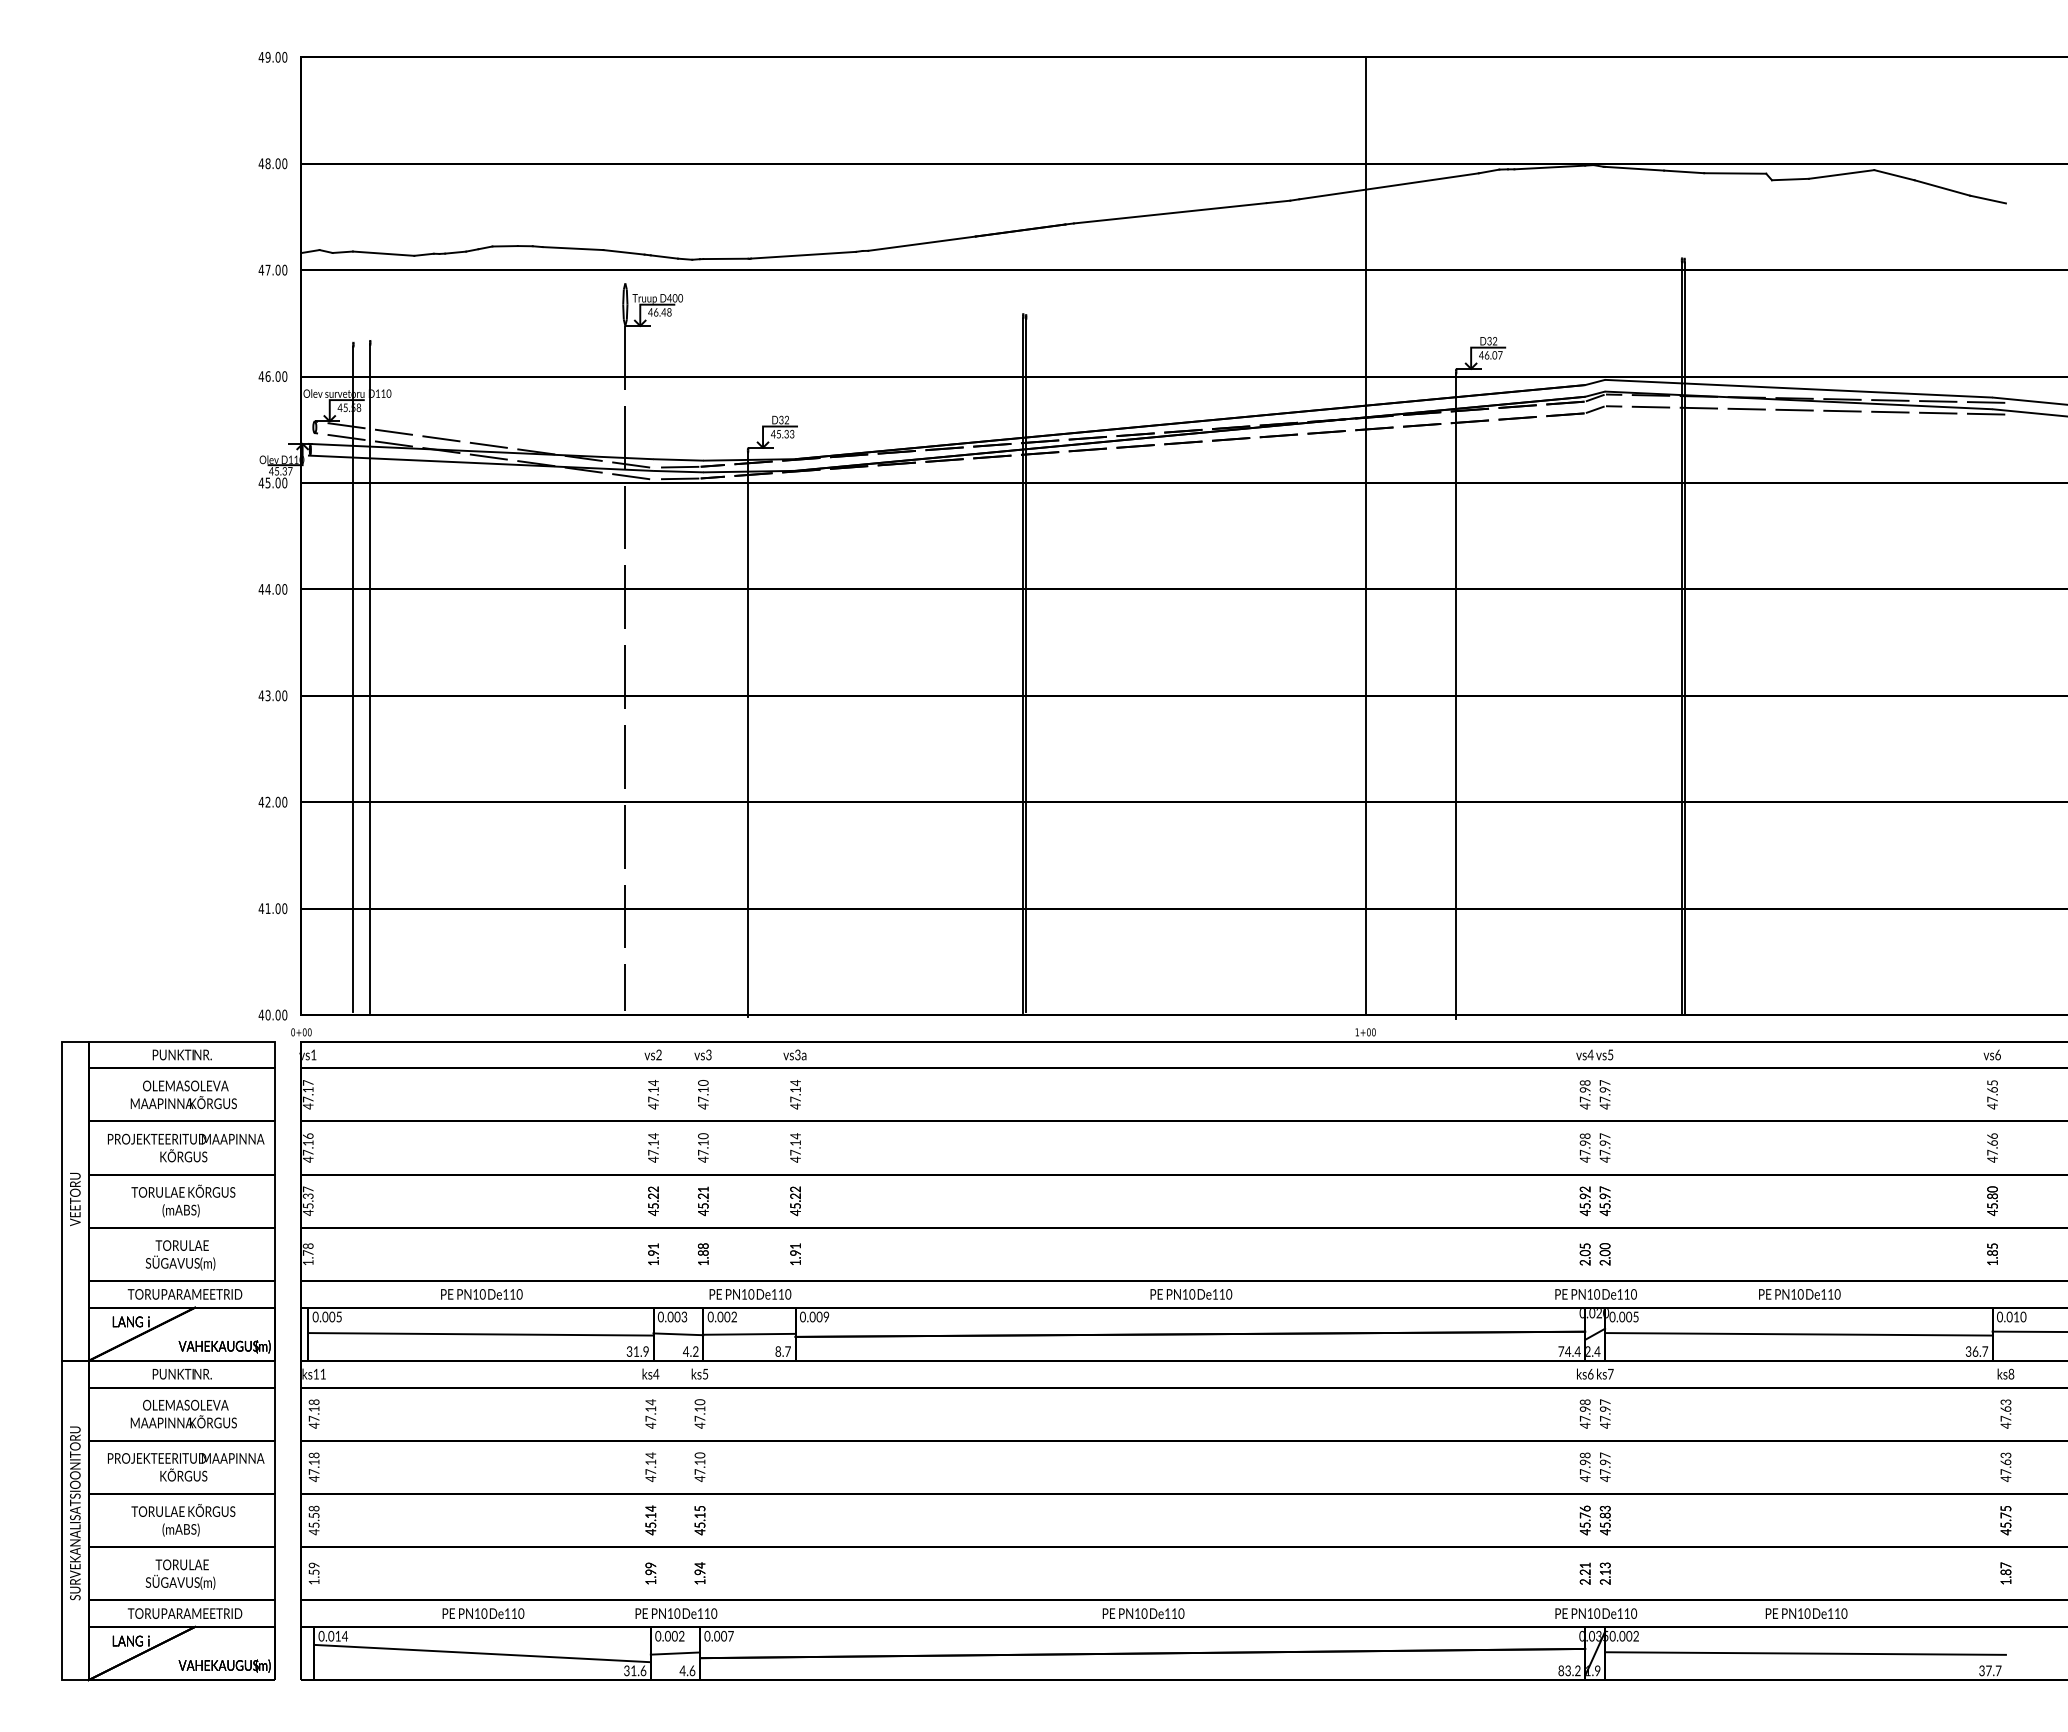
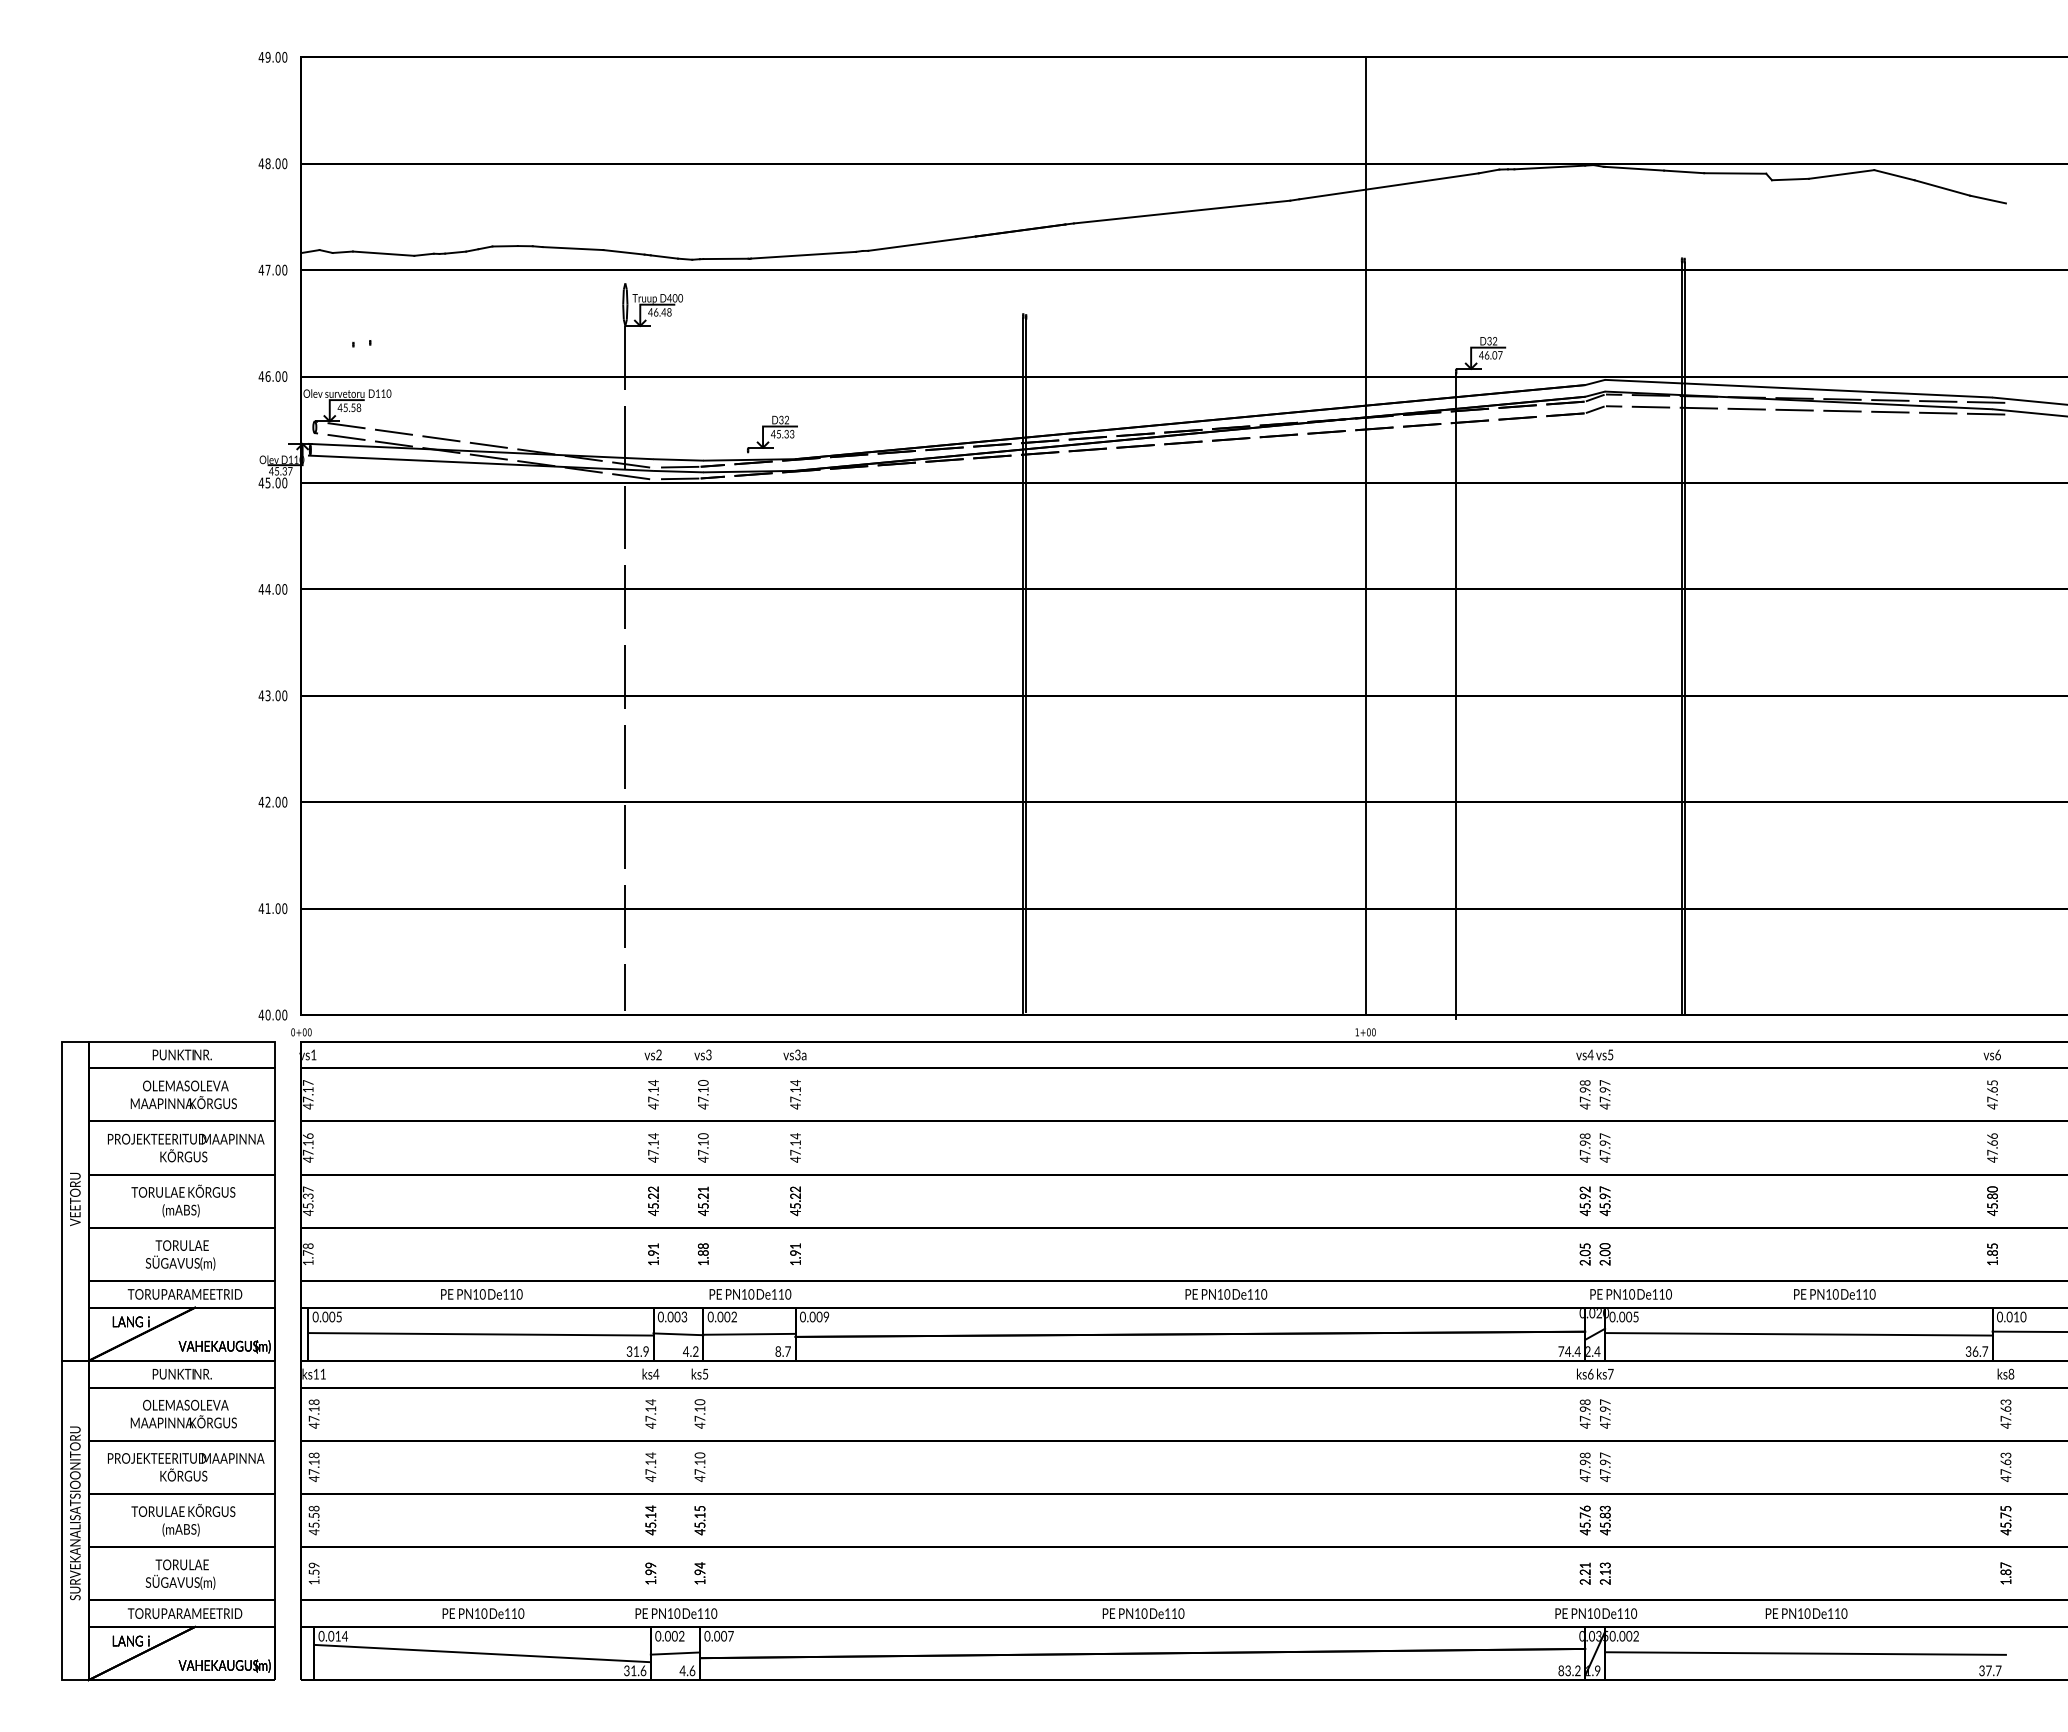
line at (353, 679): present -> none
line at (370, 679): present -> none
line at (748, 735): present -> none
text at (1495, 1294) position: (1495, 1294) -> (1530, 1294)
